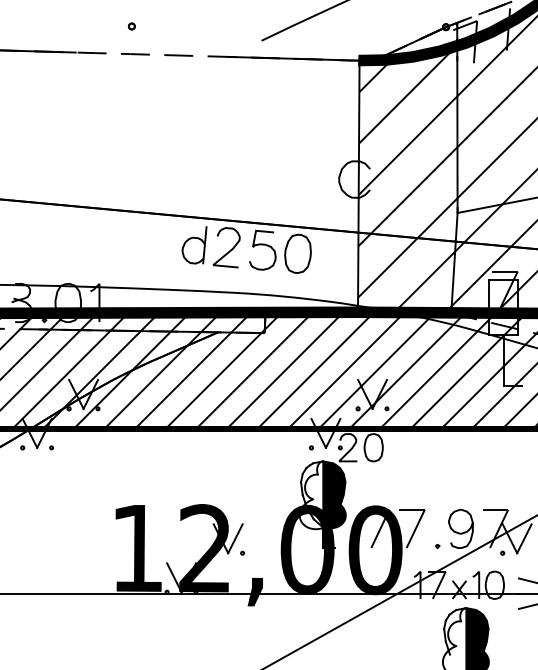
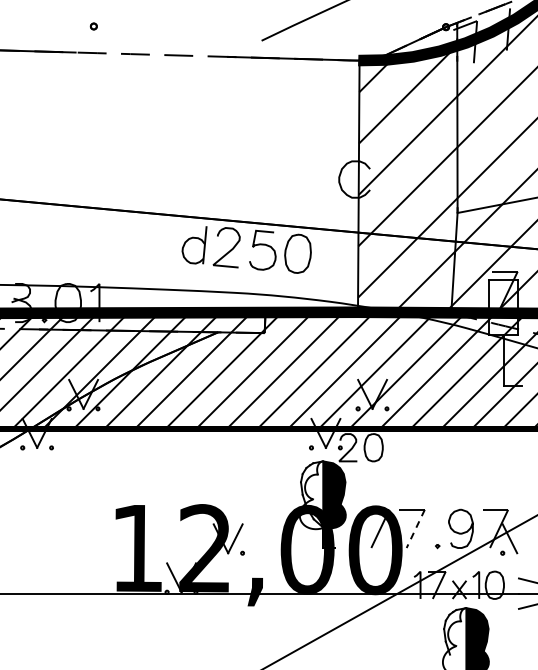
part at (131, 26) position: (131, 26) -> (93, 26)
line at (415, 529): solid -> dashed
line at (524, 538): present -> none
